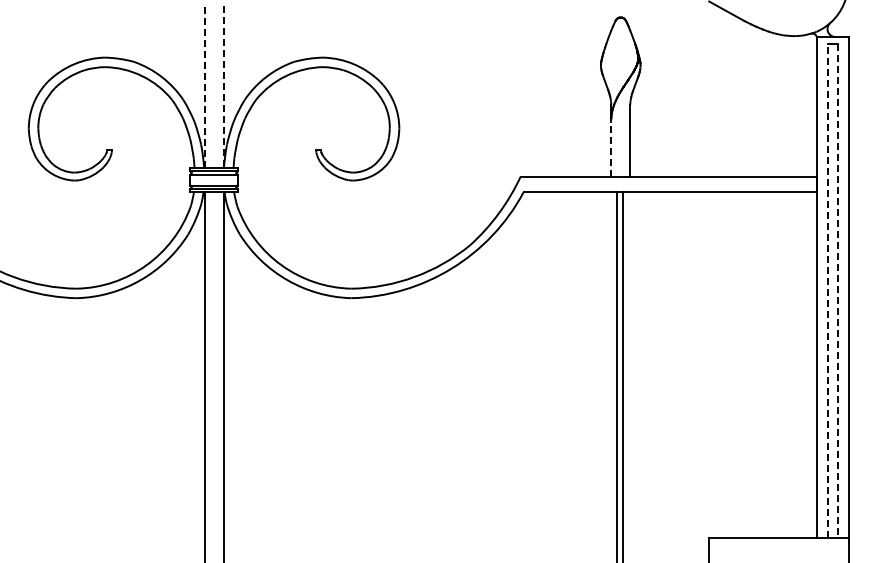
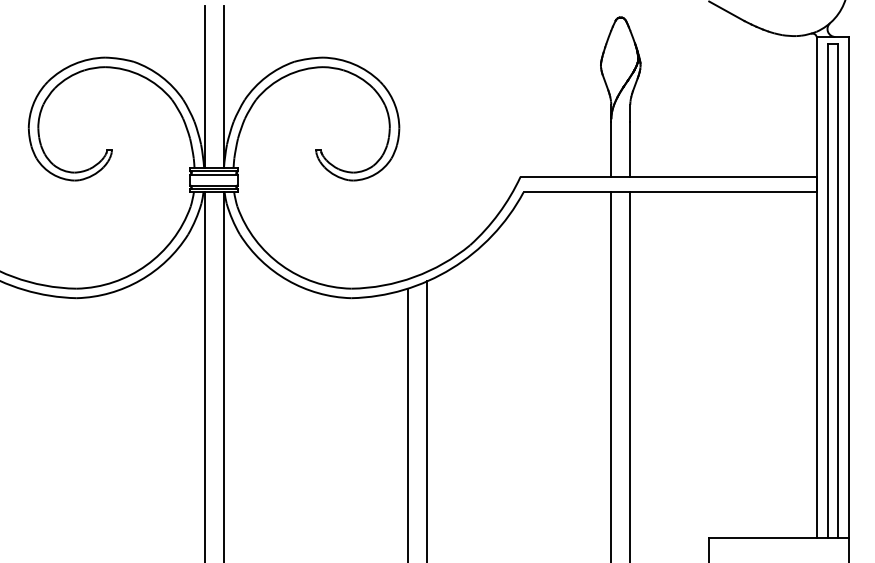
line at (204, 86): dashed -> solid
line at (223, 87): dashed -> solid
line at (611, 148): dashed -> solid
line at (827, 290): dashed -> solid
line at (838, 291): dashed -> solid
line at (617, 375) position: (617, 375) -> (611, 375)
line at (623, 375) position: (623, 375) -> (630, 375)
line at (427, 420): none -> present
line at (408, 423): none -> present
